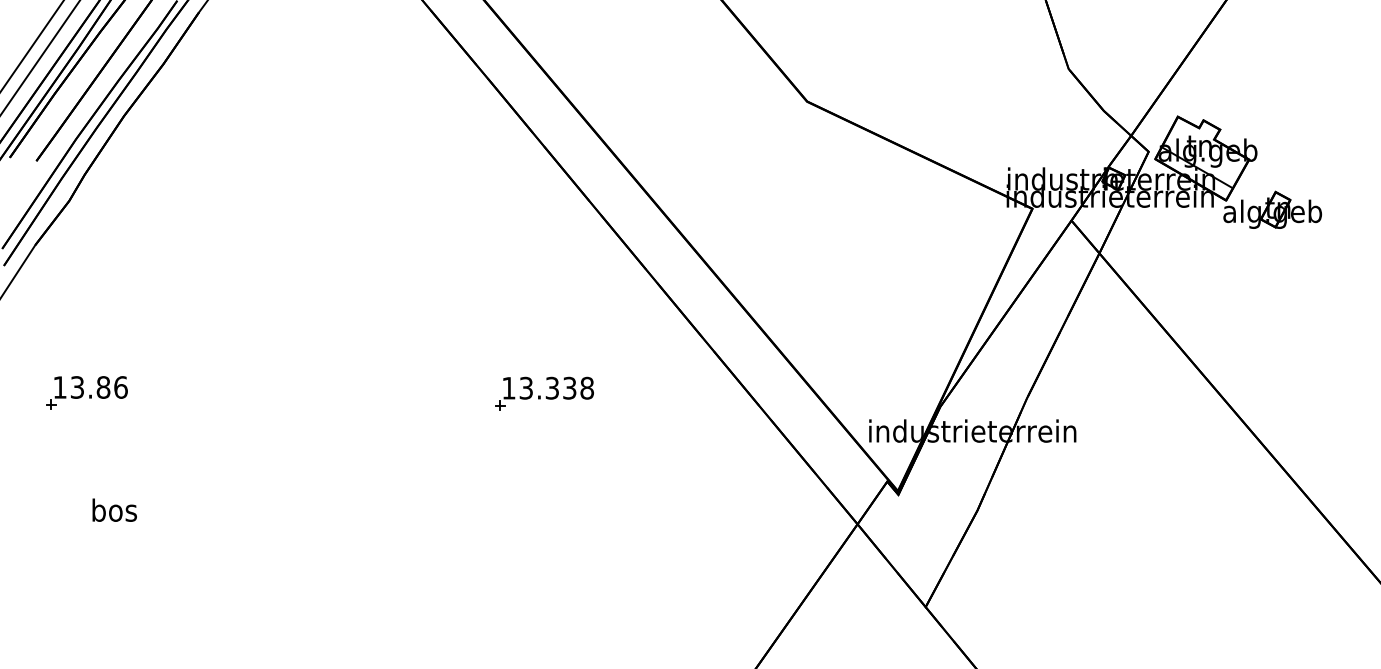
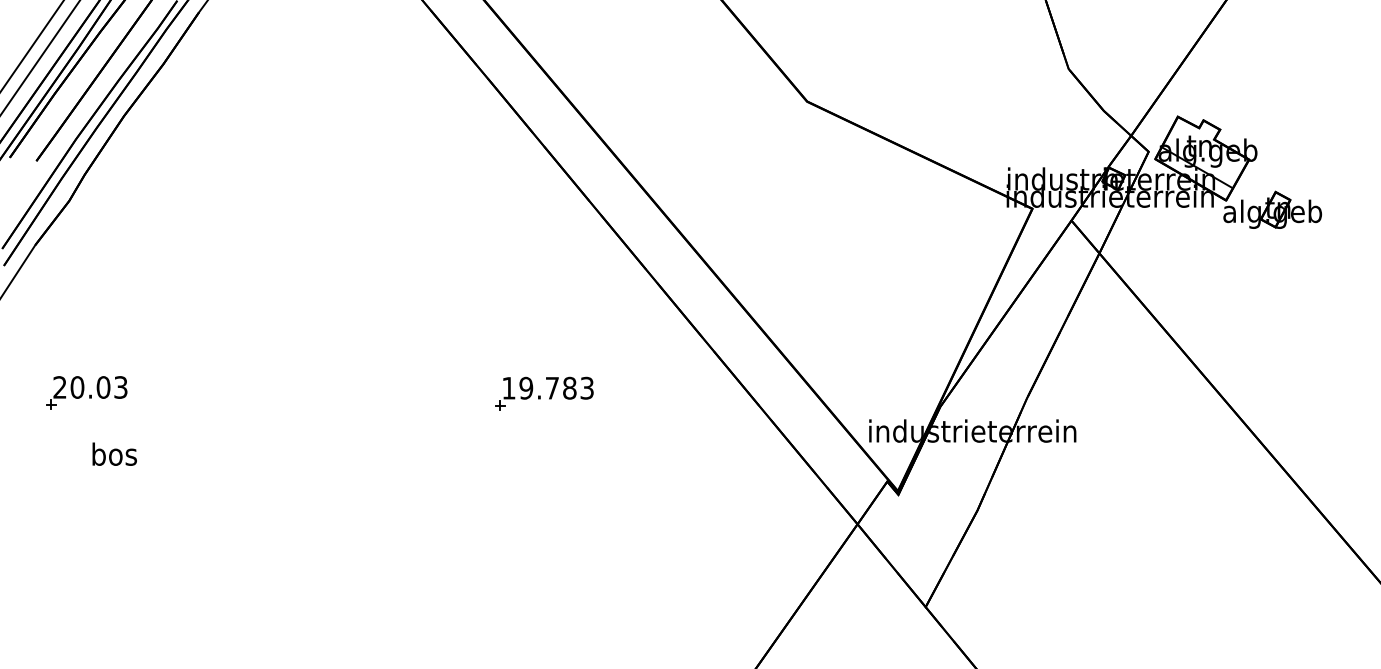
text at (90, 387): 13.86 -> 20.03
text at (556, 387): 13.338 -> 19.783
text at (114, 509) position: (114, 509) -> (114, 453)
